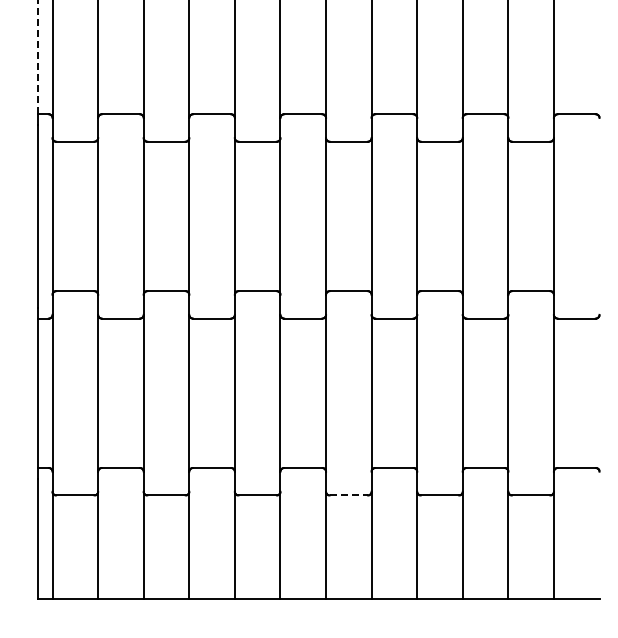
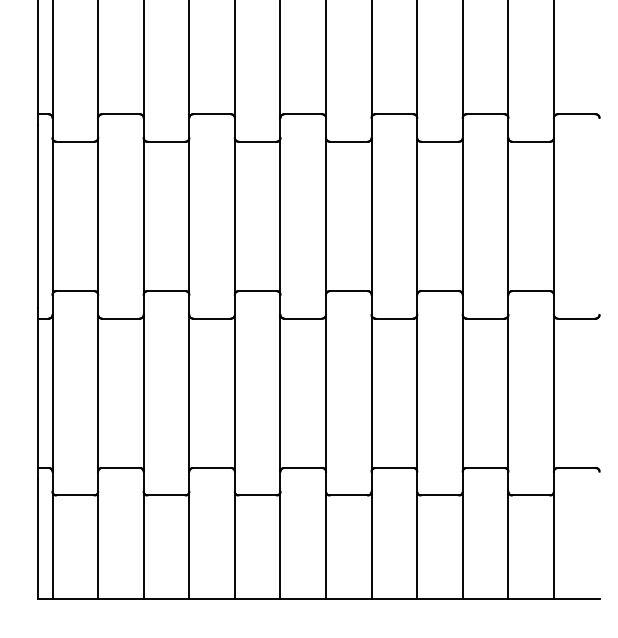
line at (37, 57): dashed -> solid
line at (349, 495): dashed -> solid
